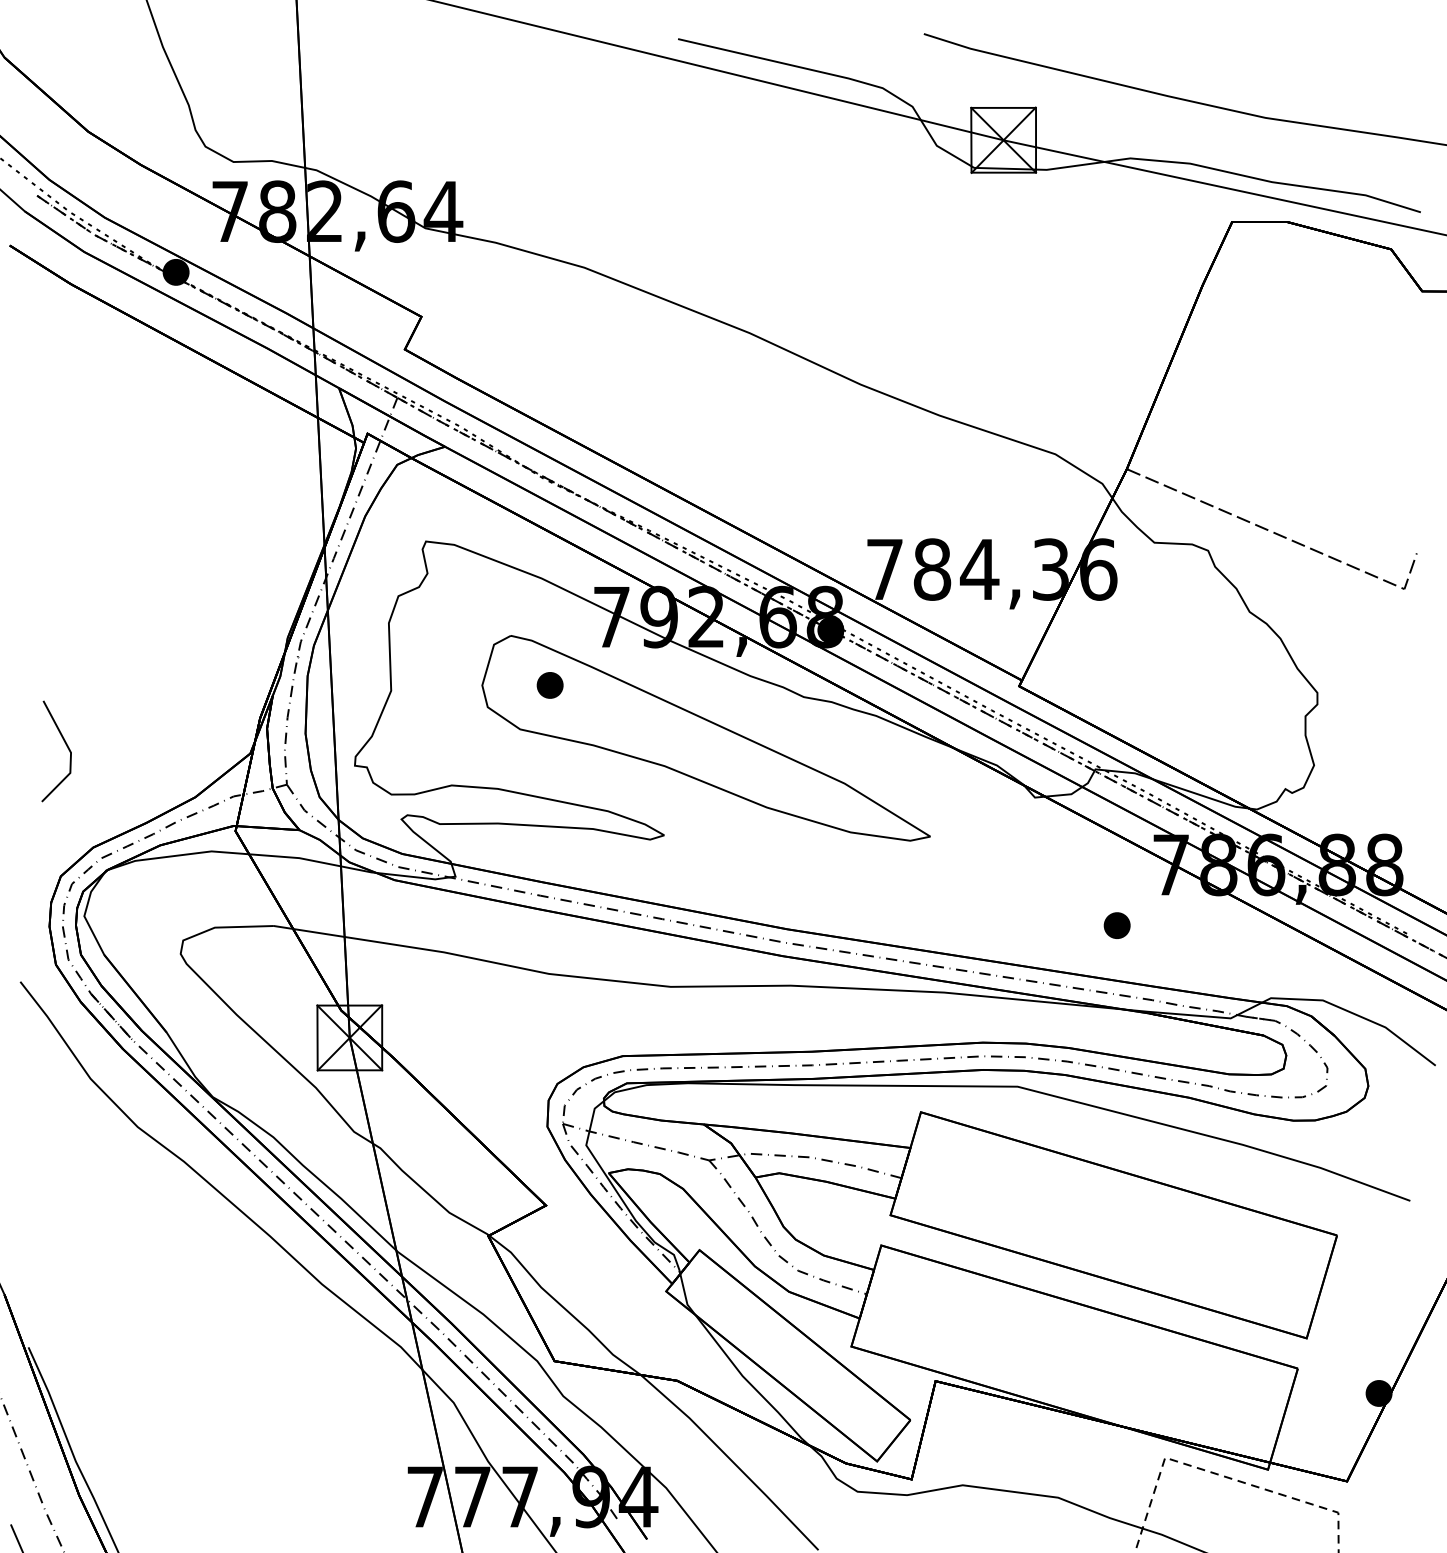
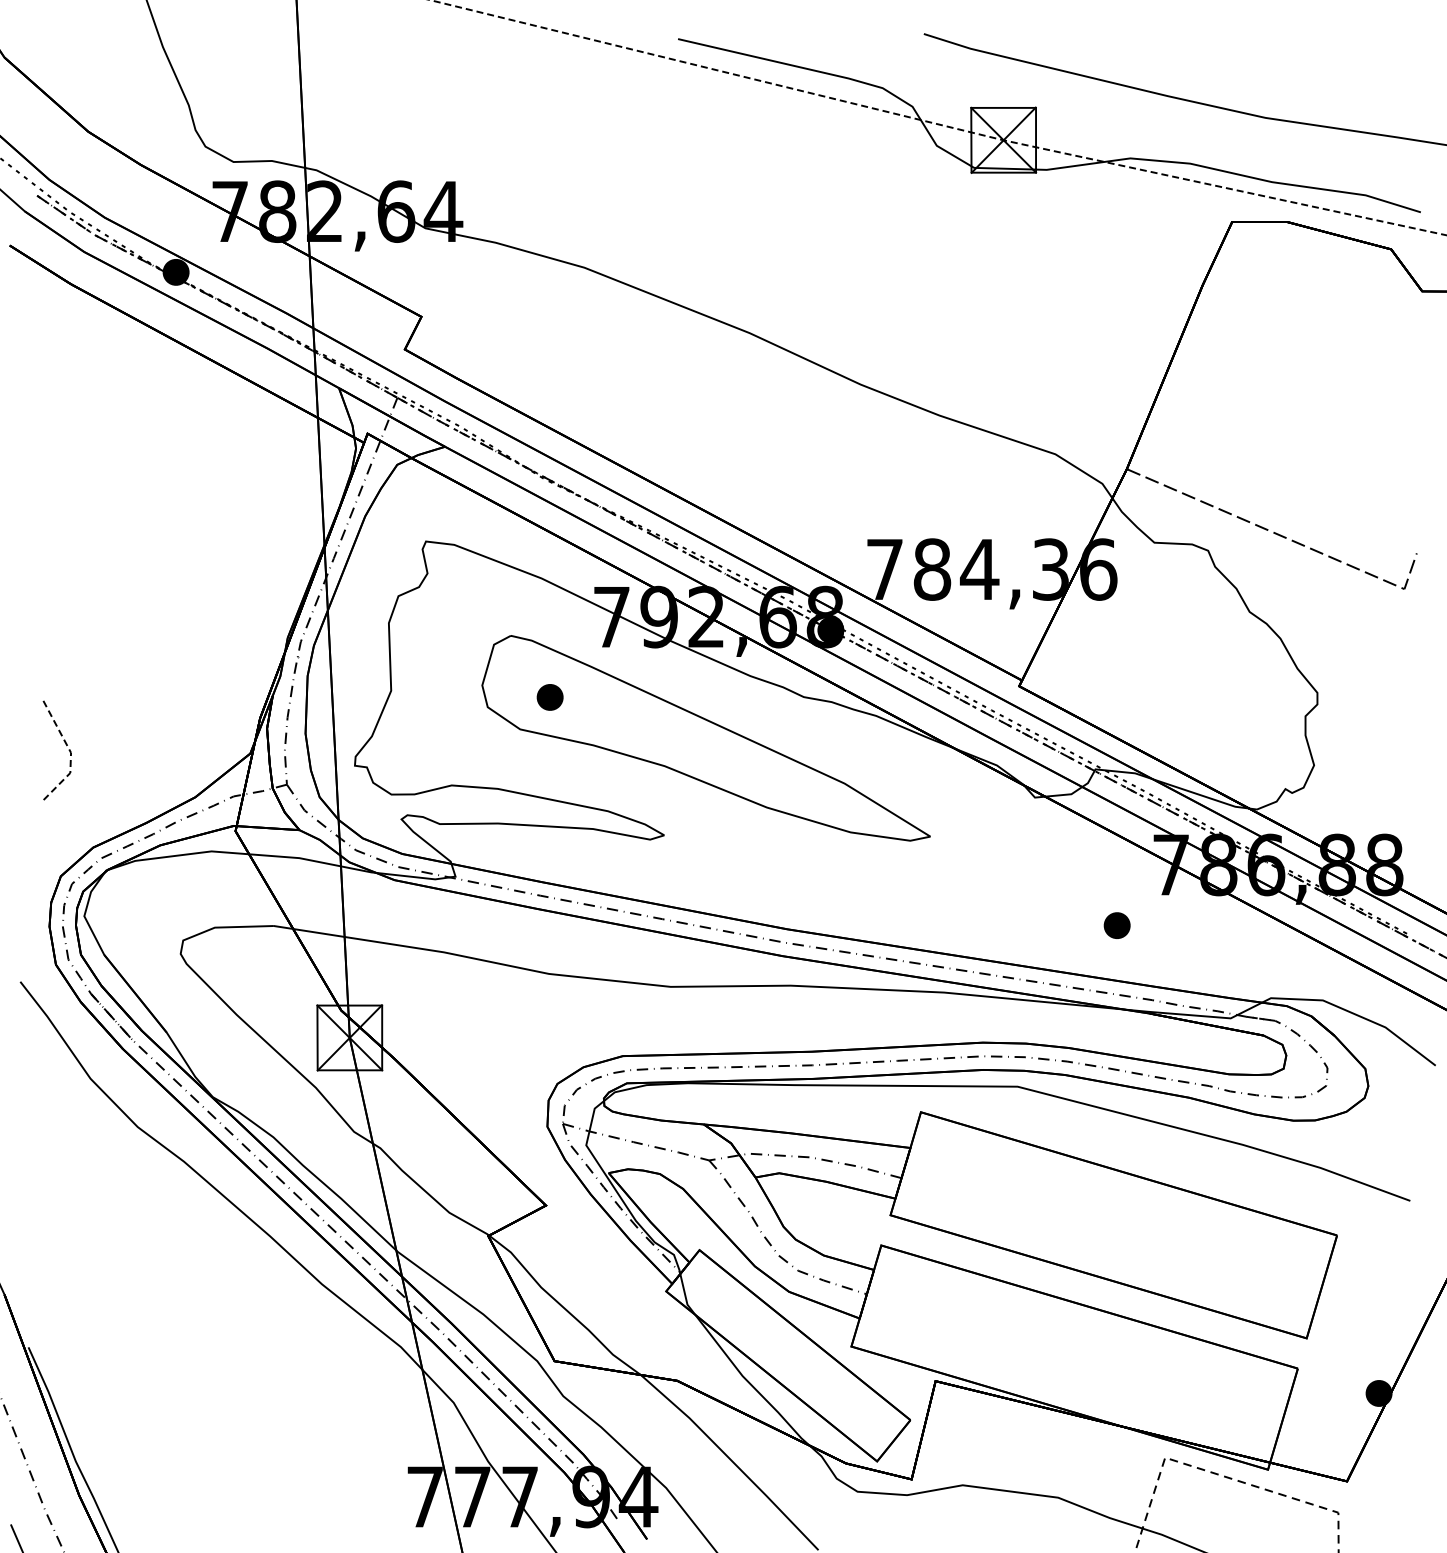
line at (937, 124): solid -> dashed
part at (549, 685) position: (549, 685) -> (549, 697)
line at (70, 754): solid -> dashed
